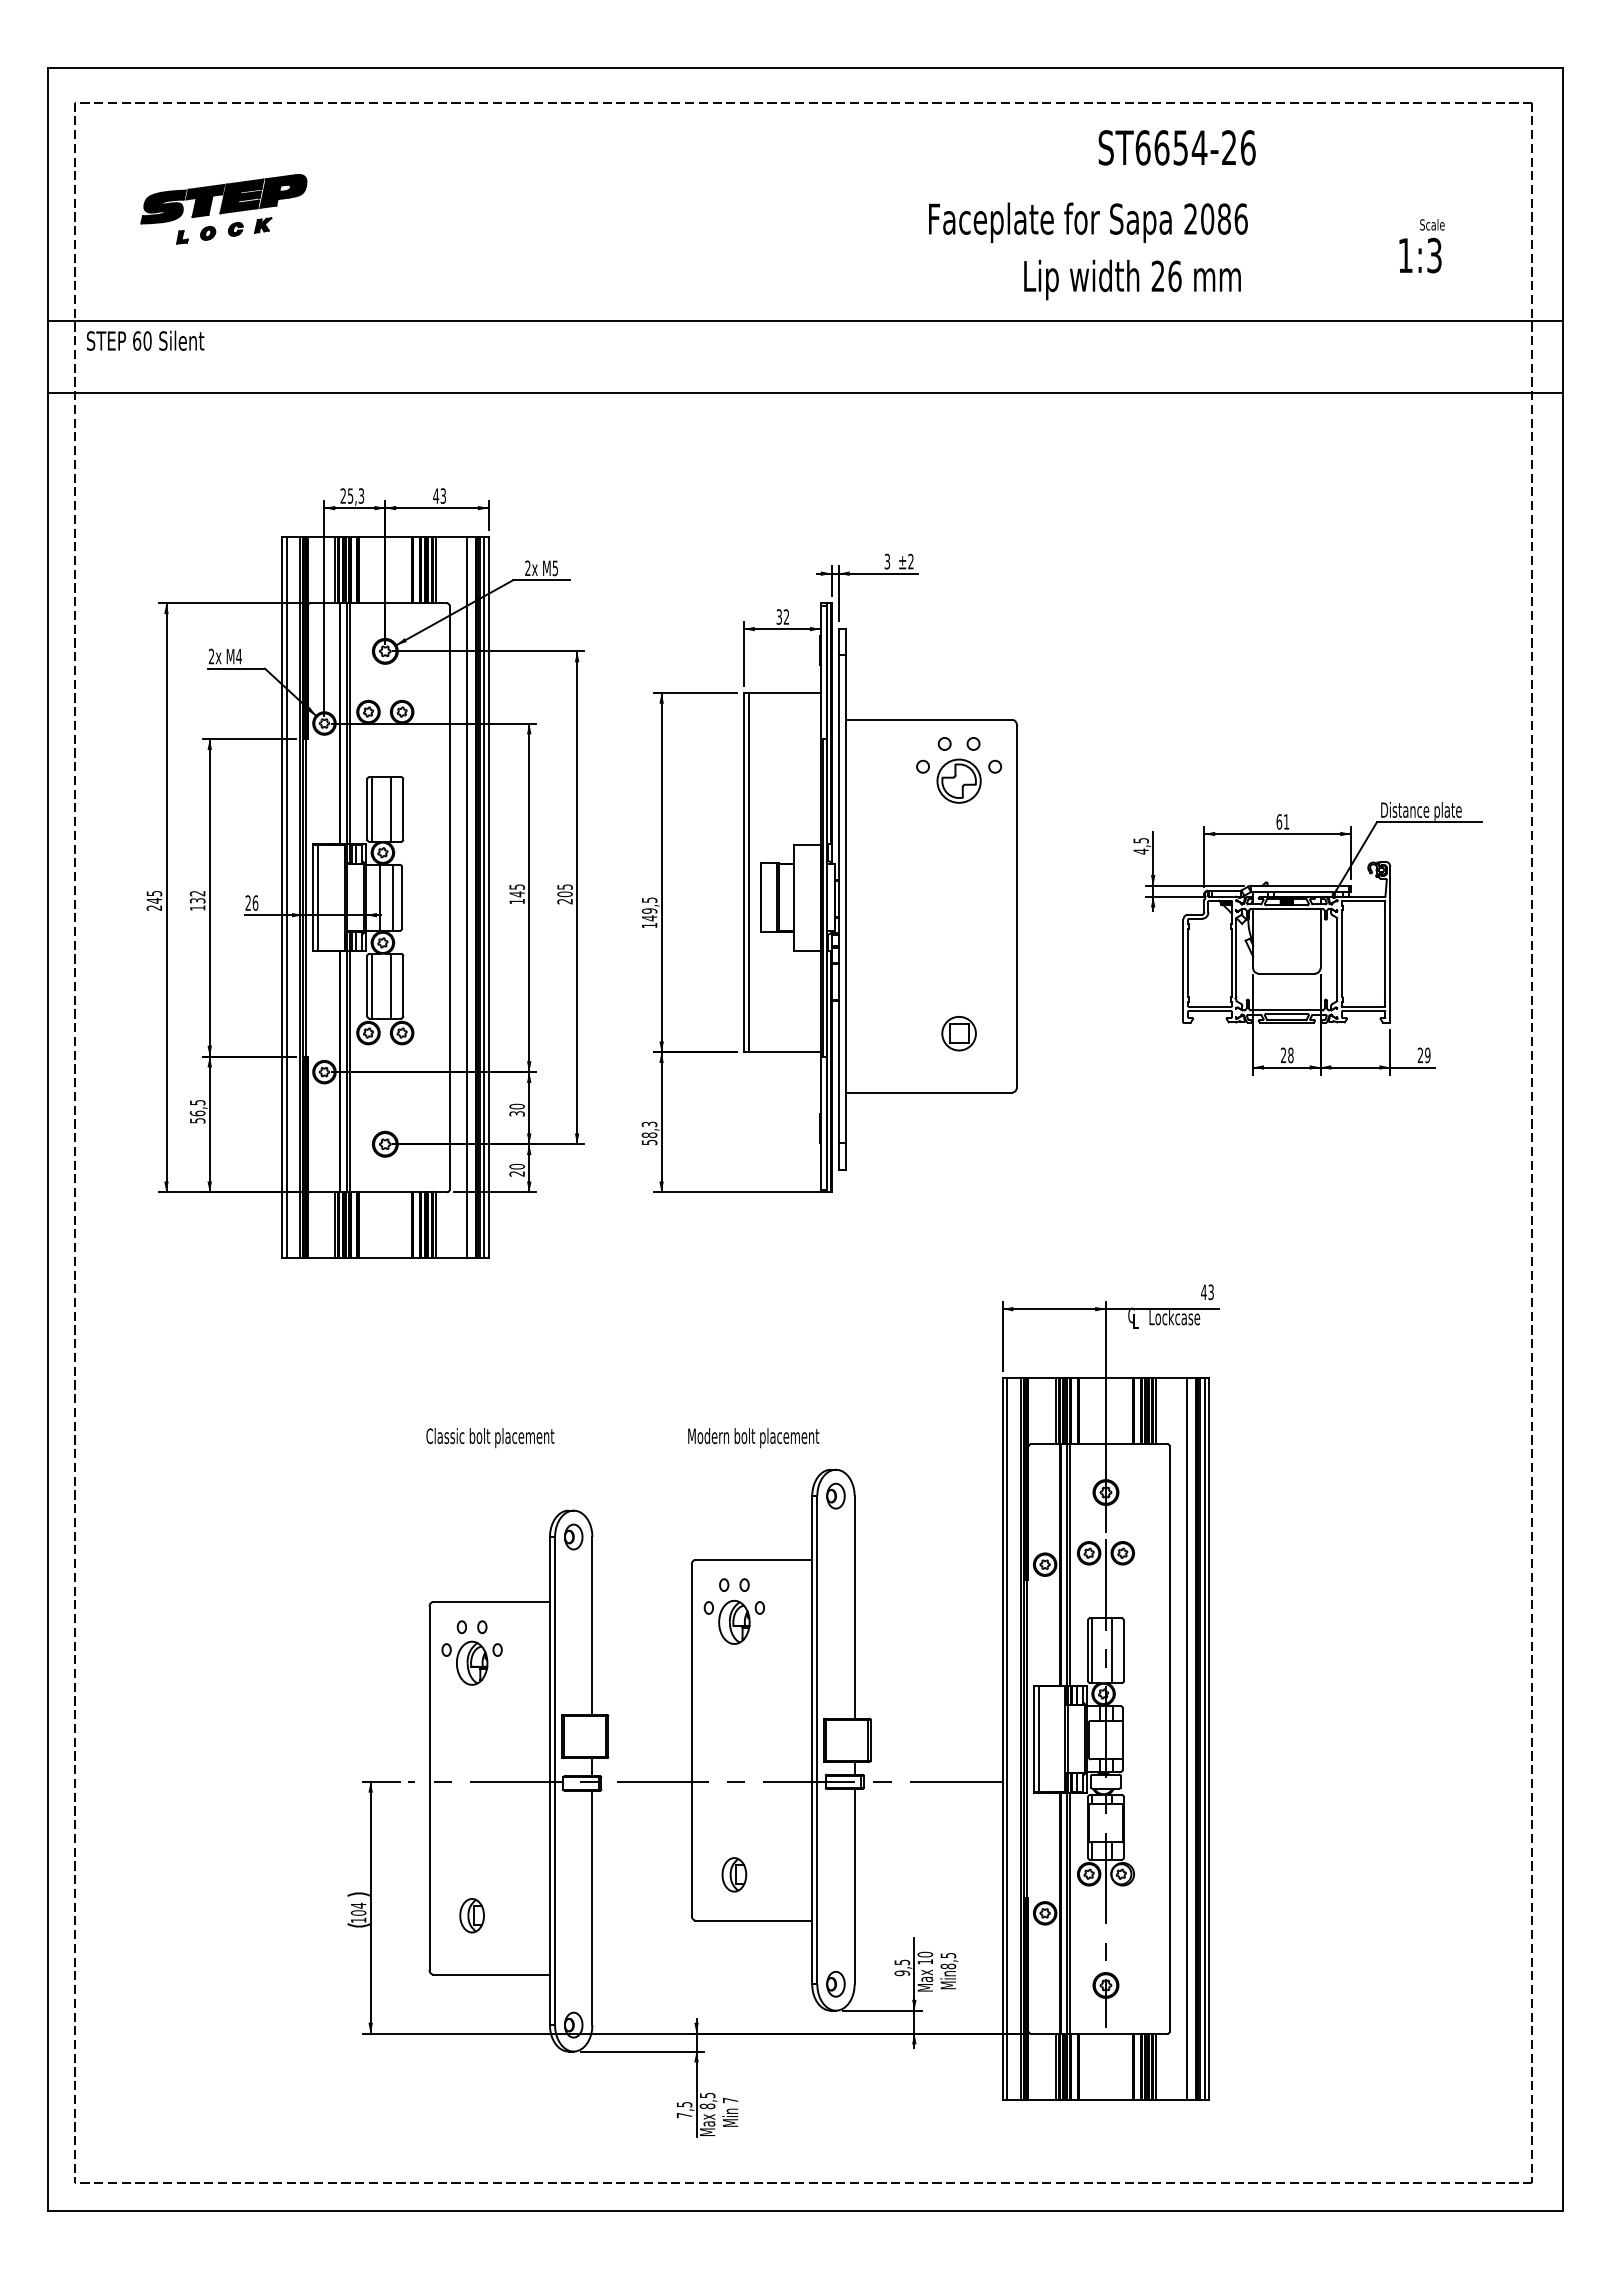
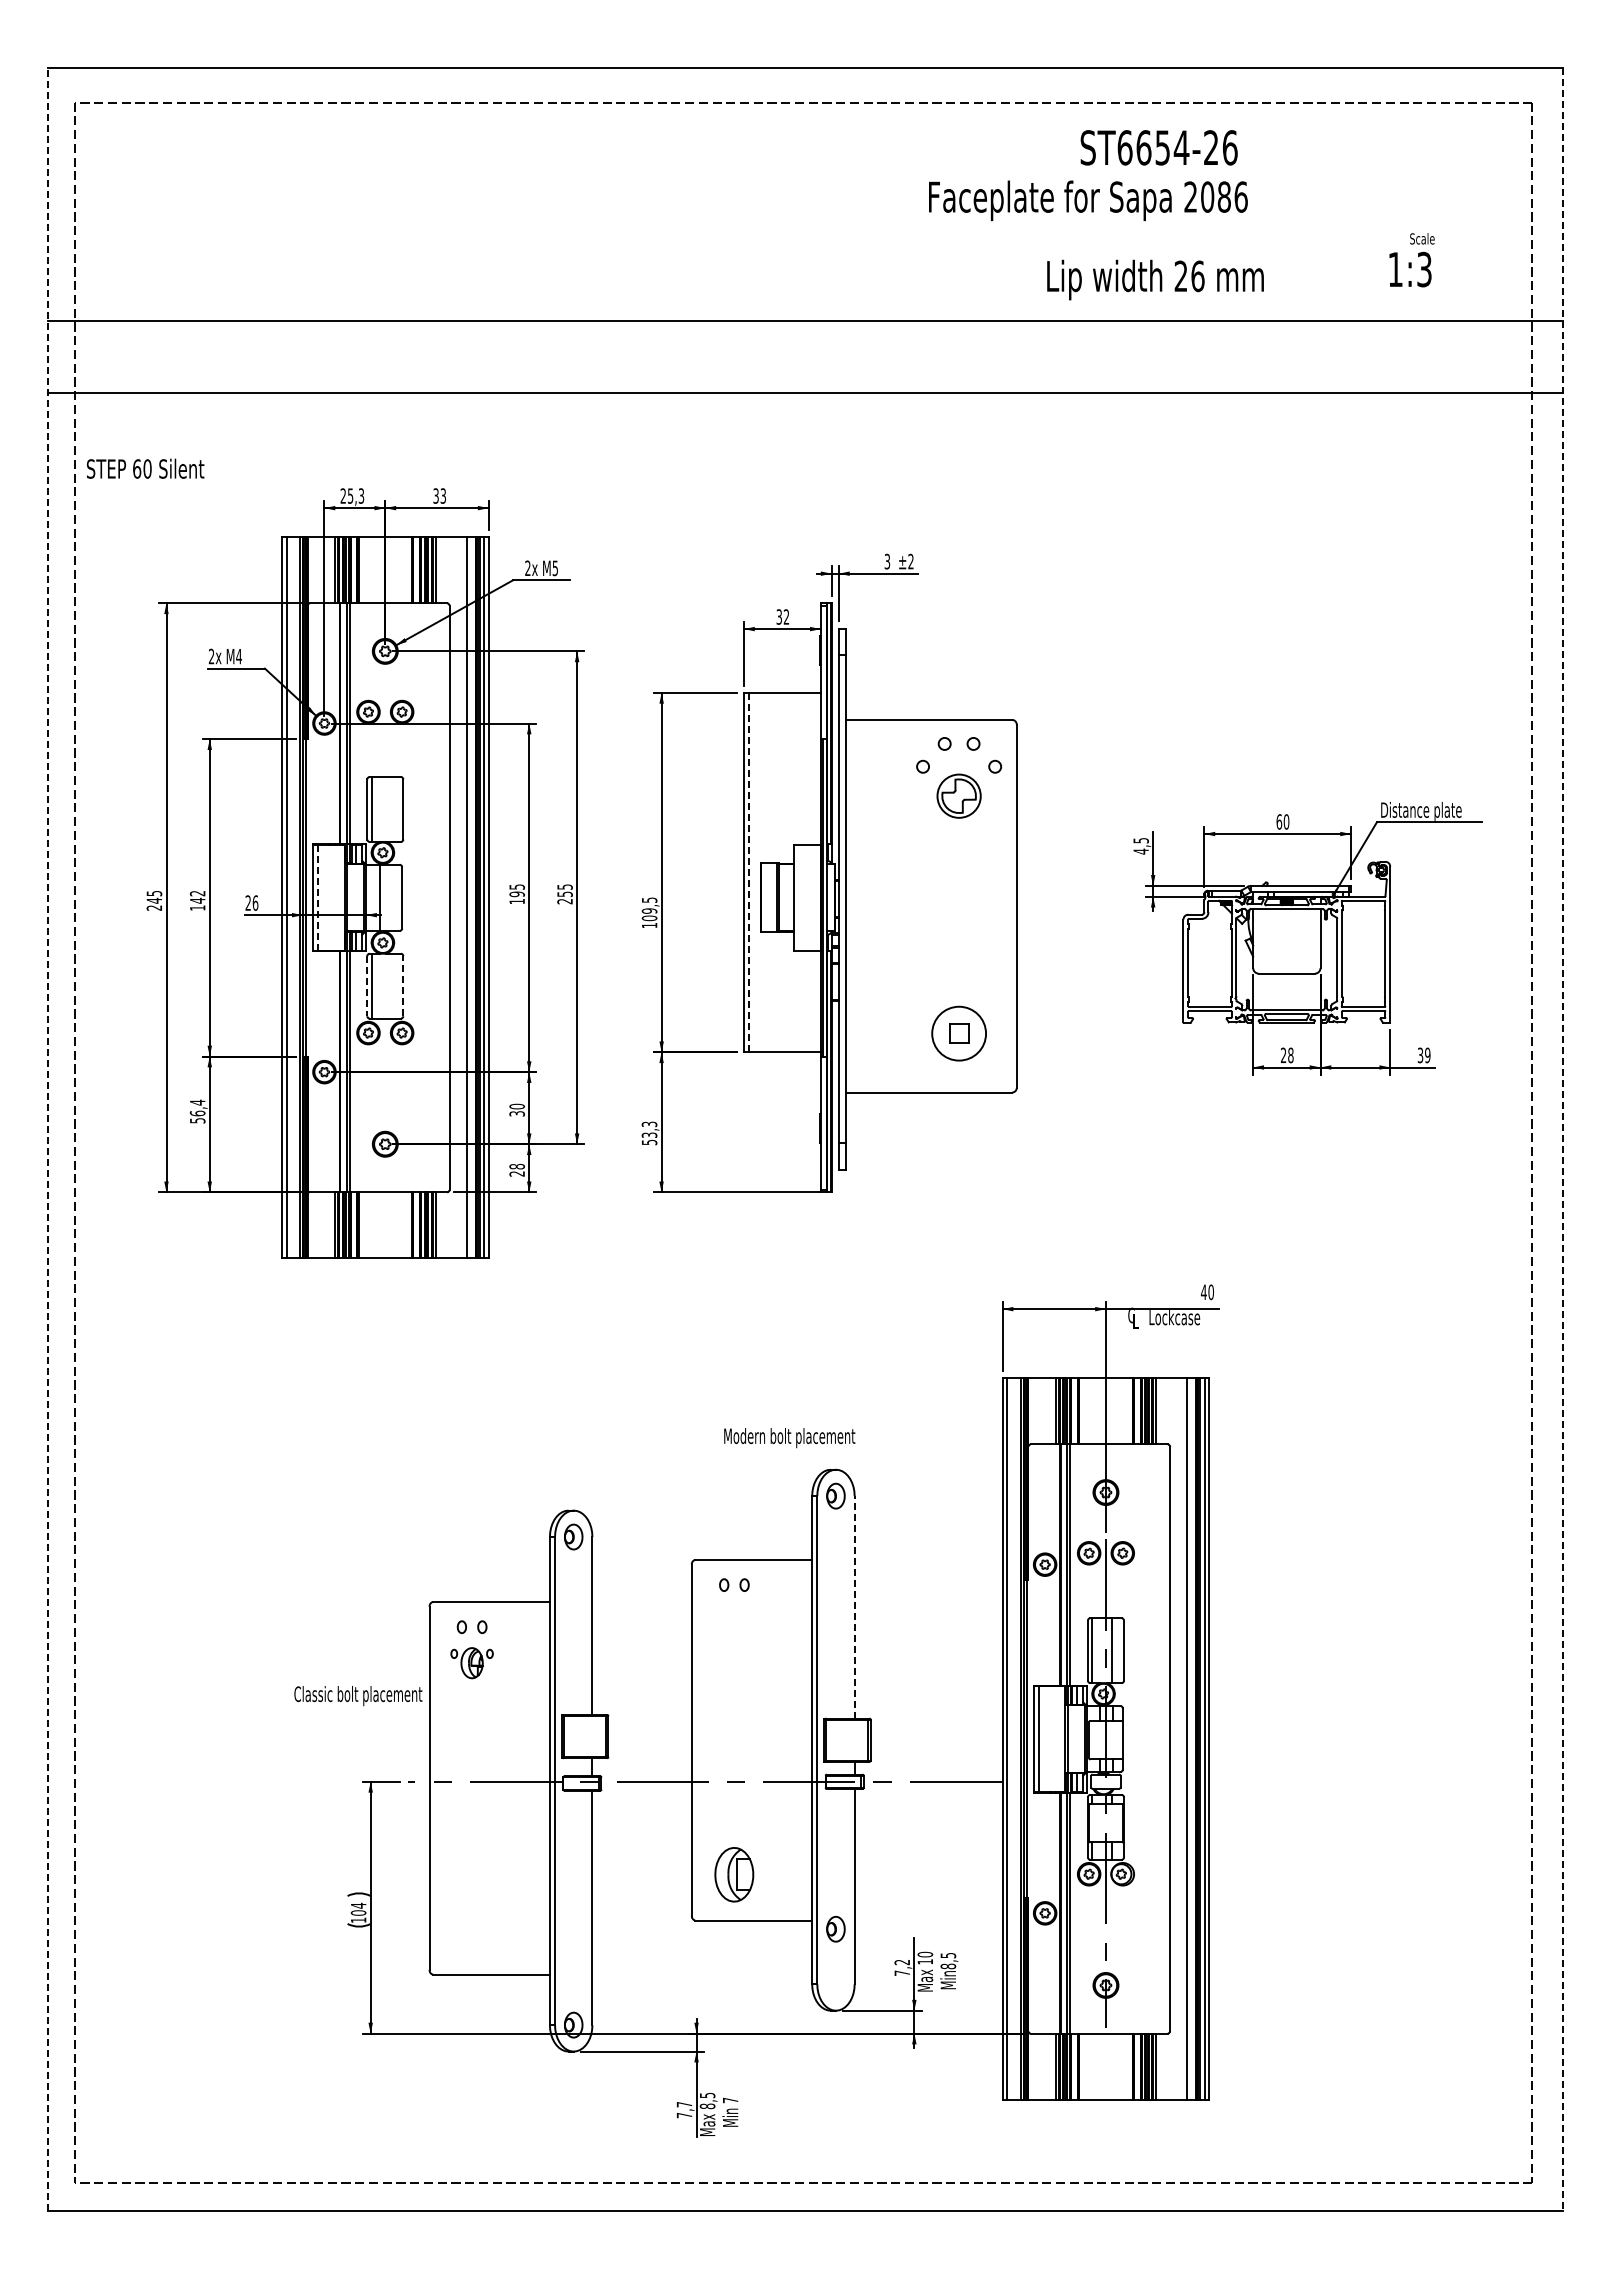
text at (1176, 147) position: (1176, 147) -> (1158, 147)
part at (223, 209): present -> none
text at (1088, 222) position: (1088, 222) -> (1088, 200)
text at (1421, 246) position: (1421, 246) -> (1411, 260)
text at (1132, 279) position: (1132, 279) -> (1155, 279)
text at (145, 340) position: (145, 340) -> (145, 468)
text at (436, 495): 43 -> 33
part at (958, 780) position: (958, 780) -> (958, 795)
line at (391, 809): present -> none
text at (1286, 821): 61 -> 60
line at (749, 872): solid -> dashed
text at (516, 894): 145 -> 195
text at (564, 894): 205 -> 255
line at (317, 897): solid -> dashed
line at (392, 897): present -> none
text at (197, 900): 132 -> 142
text at (649, 918): 149,5 -> 109,5
line at (391, 985): present -> none
line at (403, 985): solid -> dashed
line at (367, 986): solid -> dashed
circle at (958, 1033) diameter: 34 px -> 54 px
text at (1420, 1055): 29 -> 39
text at (197, 1102): 56,5 -> 56,4
text at (649, 1134): 58,3 -> 53,3
line at (48, 1139): solid -> dashed
line at (1562, 1139): solid -> dashed
text at (516, 1166): 20 -> 28
text at (1210, 1292): 43 -> 40
text at (490, 1438) position: (490, 1438) -> (358, 1696)
text at (753, 1438) position: (753, 1438) -> (789, 1438)
line at (854, 1606): solid -> dashed
part at (733, 1621): present -> none
part at (471, 1662) size: 62x46 px -> 44x33 px
part at (734, 1874) size: 27x36 px -> 41x56 px
part at (471, 1915): present -> none
text at (902, 1967): 9,5 -> 7,2
part at (835, 1983) position: (835, 1983) -> (835, 1928)
text at (684, 2104): 7,5 -> 7,7
